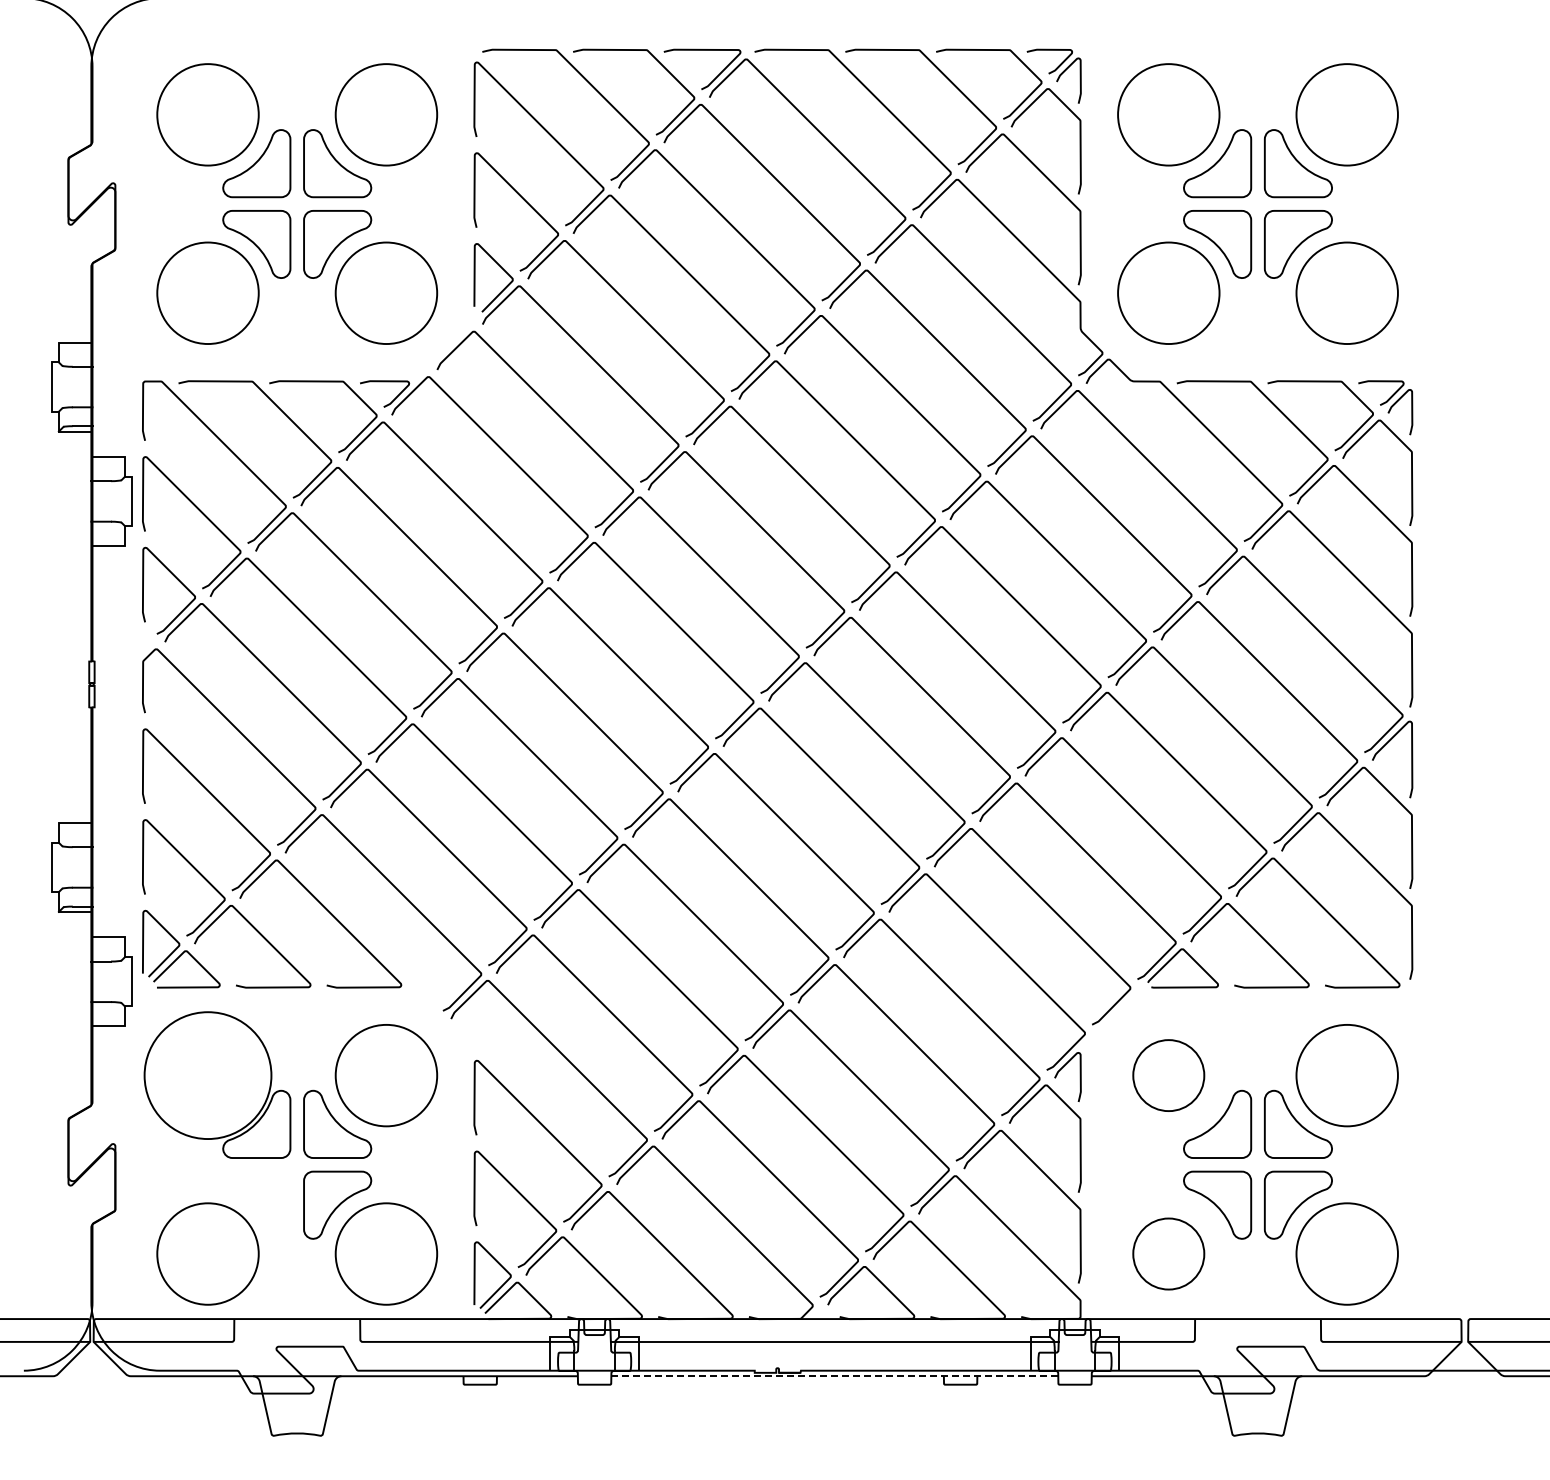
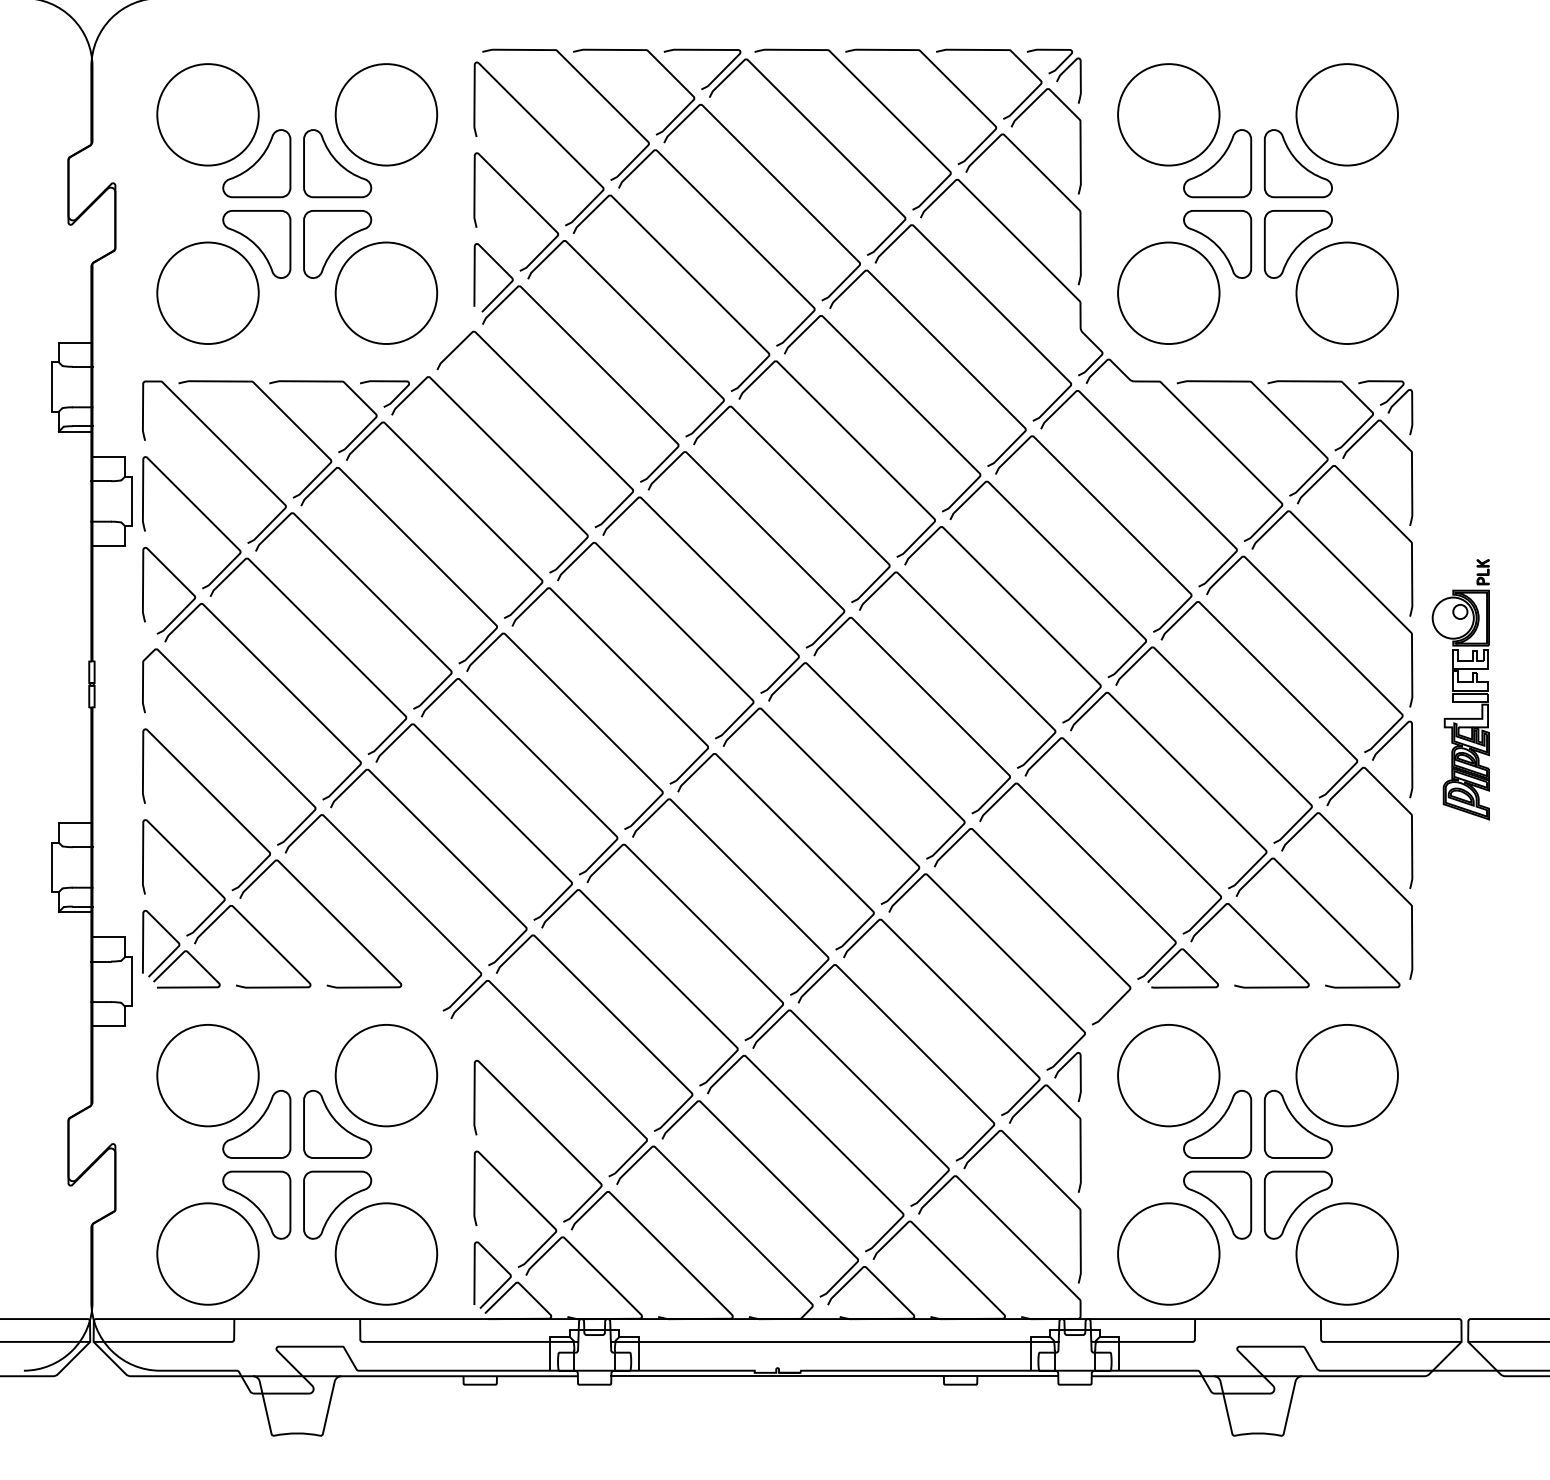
part at (1460, 689): none -> present
circle at (207, 1075) diameter: 127 px -> 101 px
circle at (1168, 1075) diameter: 71 px -> 101 px
part at (256, 1204): none -> present
circle at (1168, 1253) diameter: 71 px -> 101 px
line at (834, 1376): dashed -> solid
